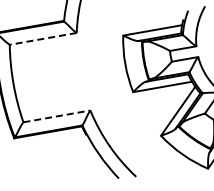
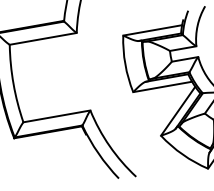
line at (43, 38): dashed -> solid
line at (56, 116): dashed -> solid
